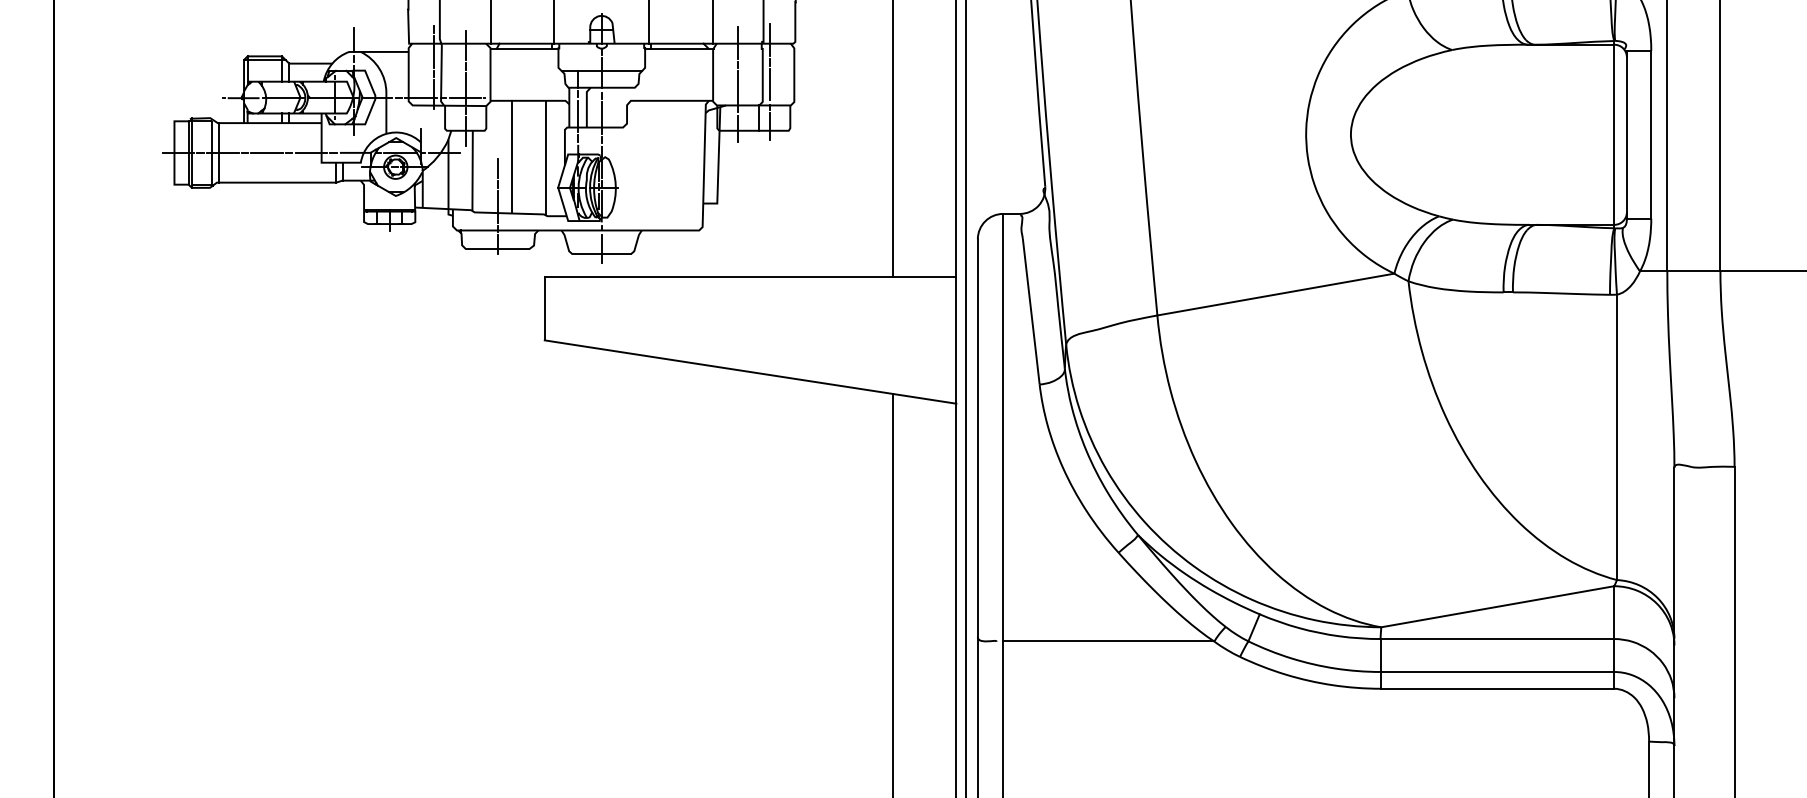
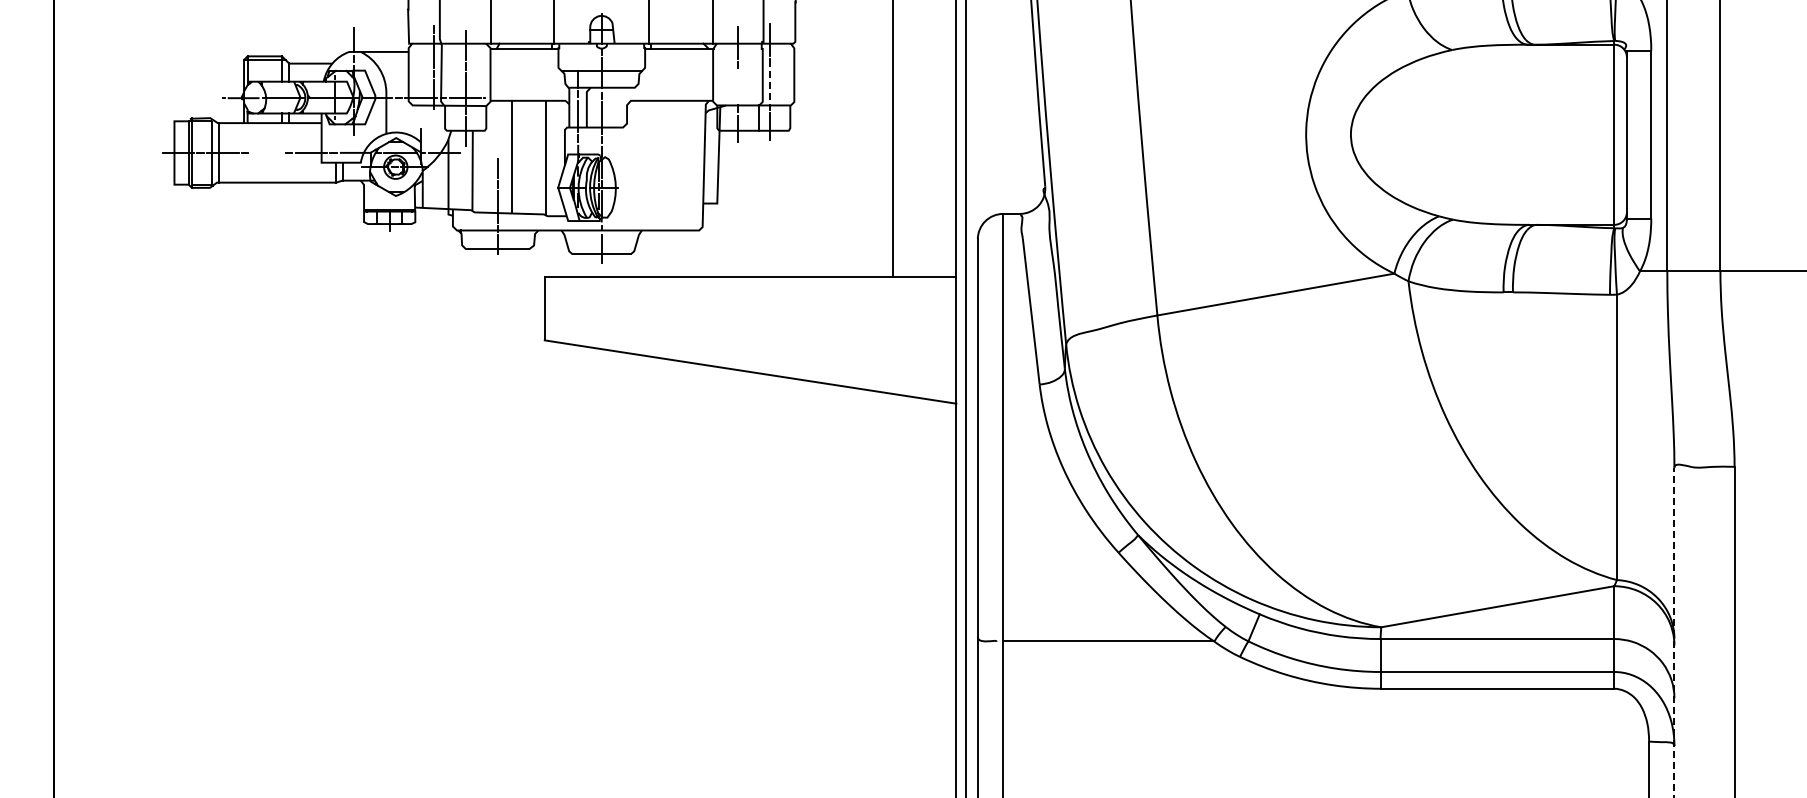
line at (769, 84): solid -> dashed
line at (737, 87): present -> none
line at (266, 152): present -> none
line at (893, 593): present -> none
line at (1674, 632): solid -> dashed
